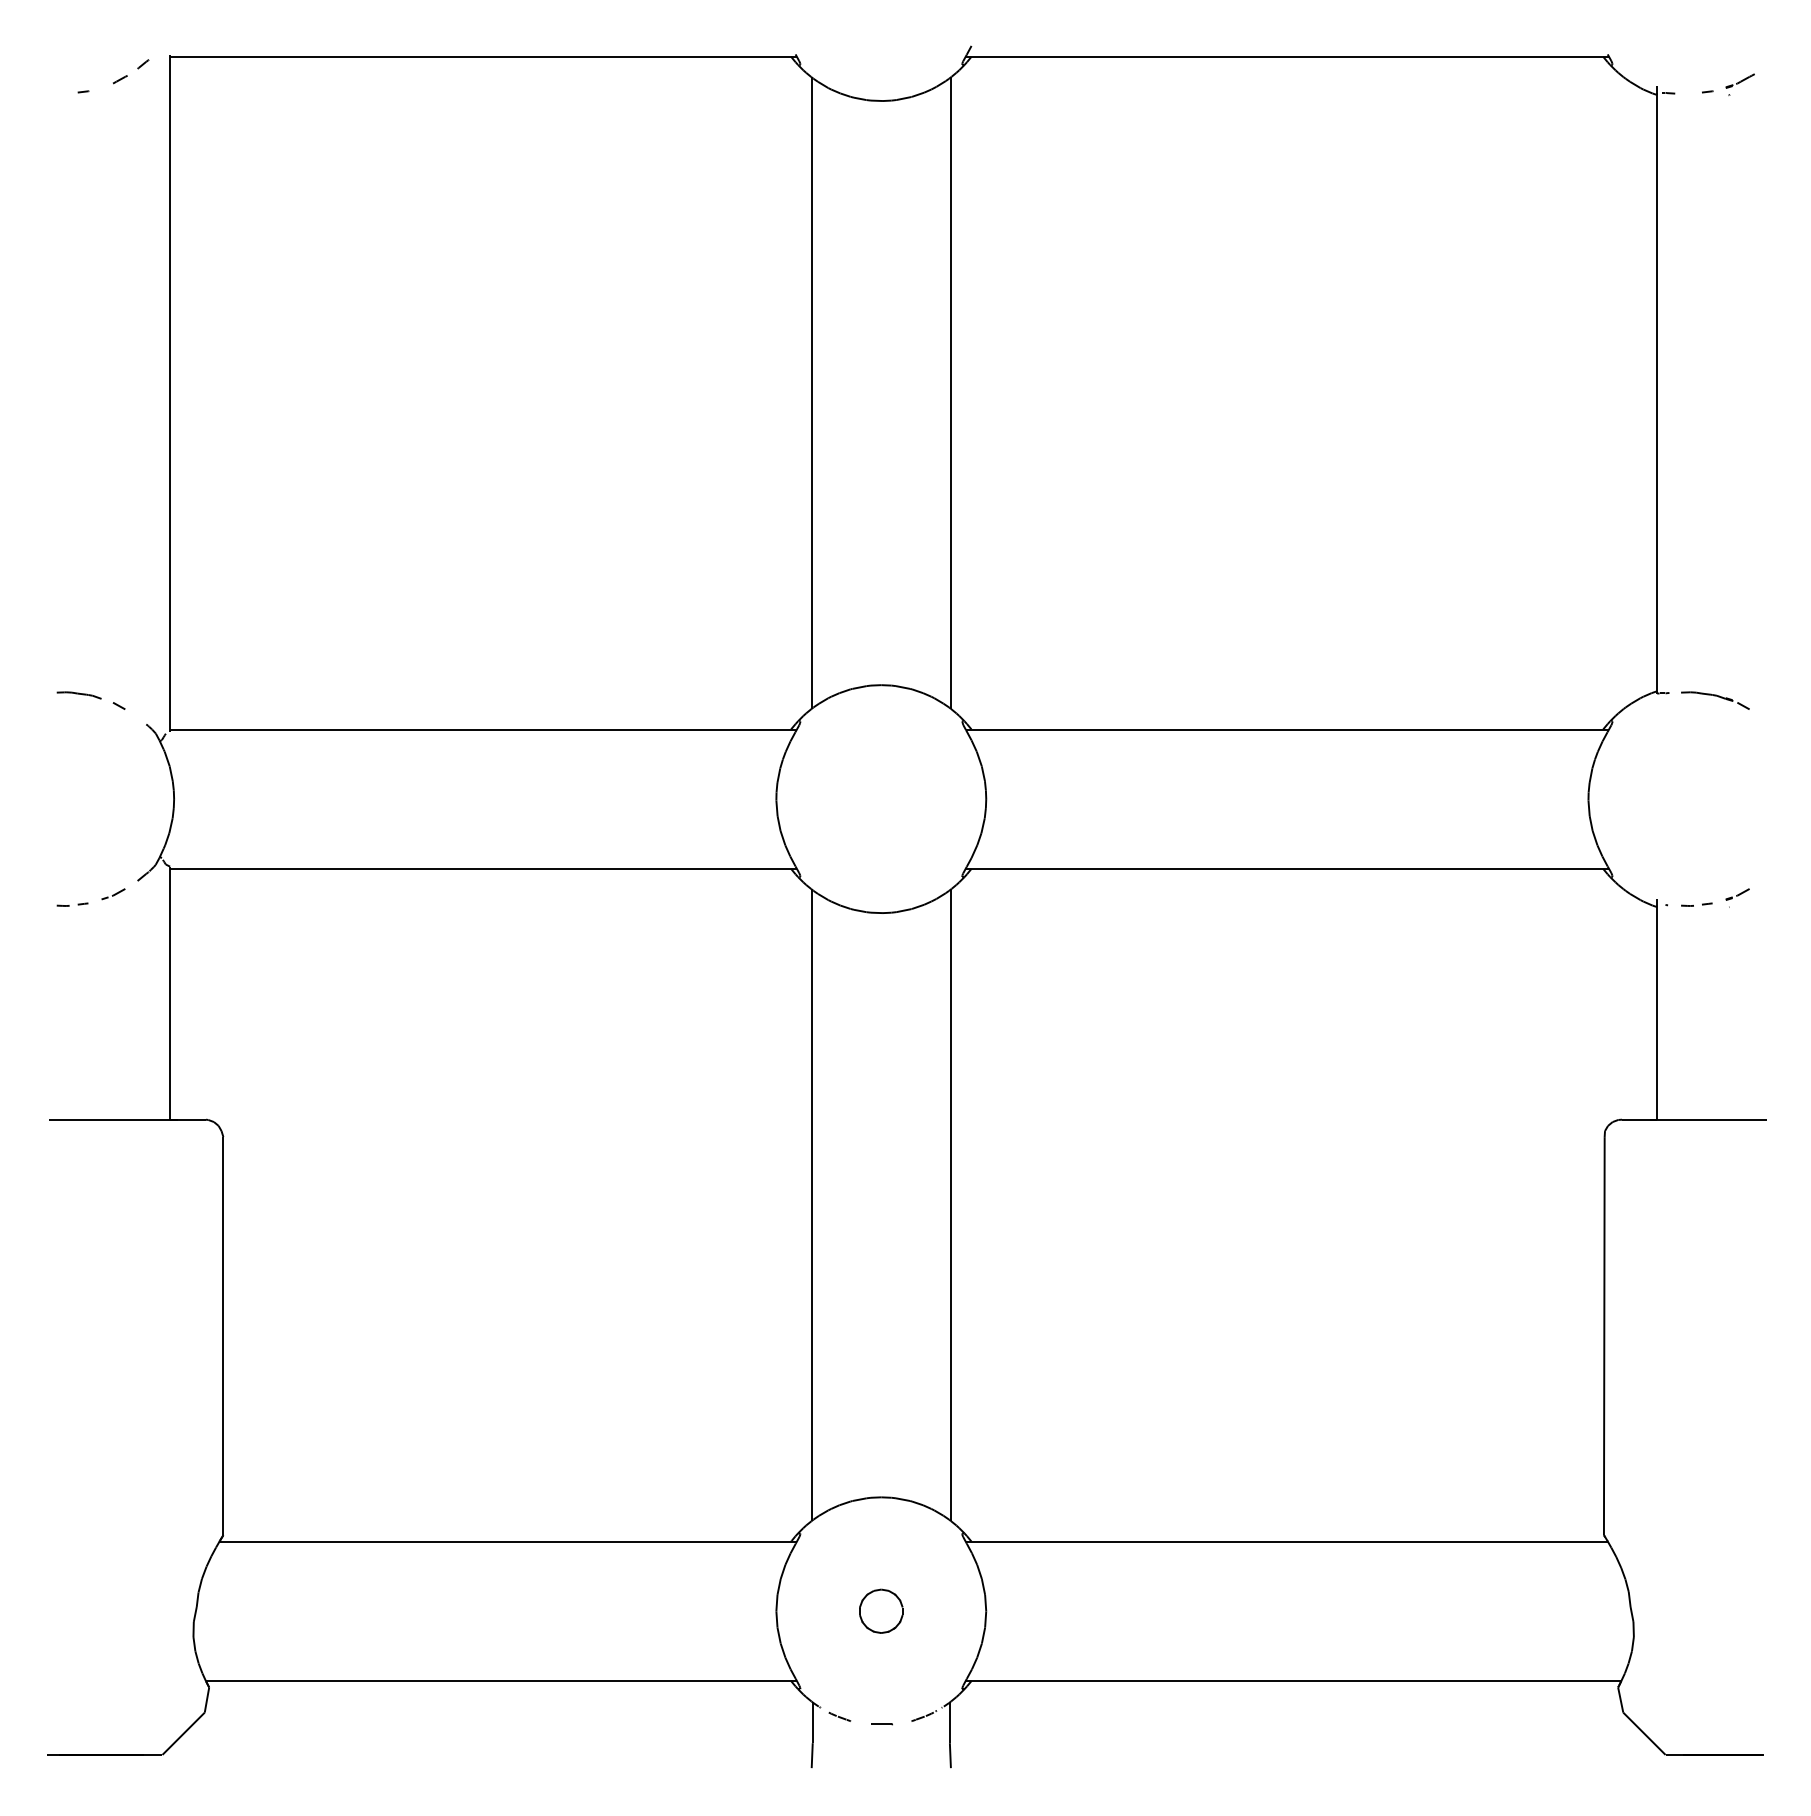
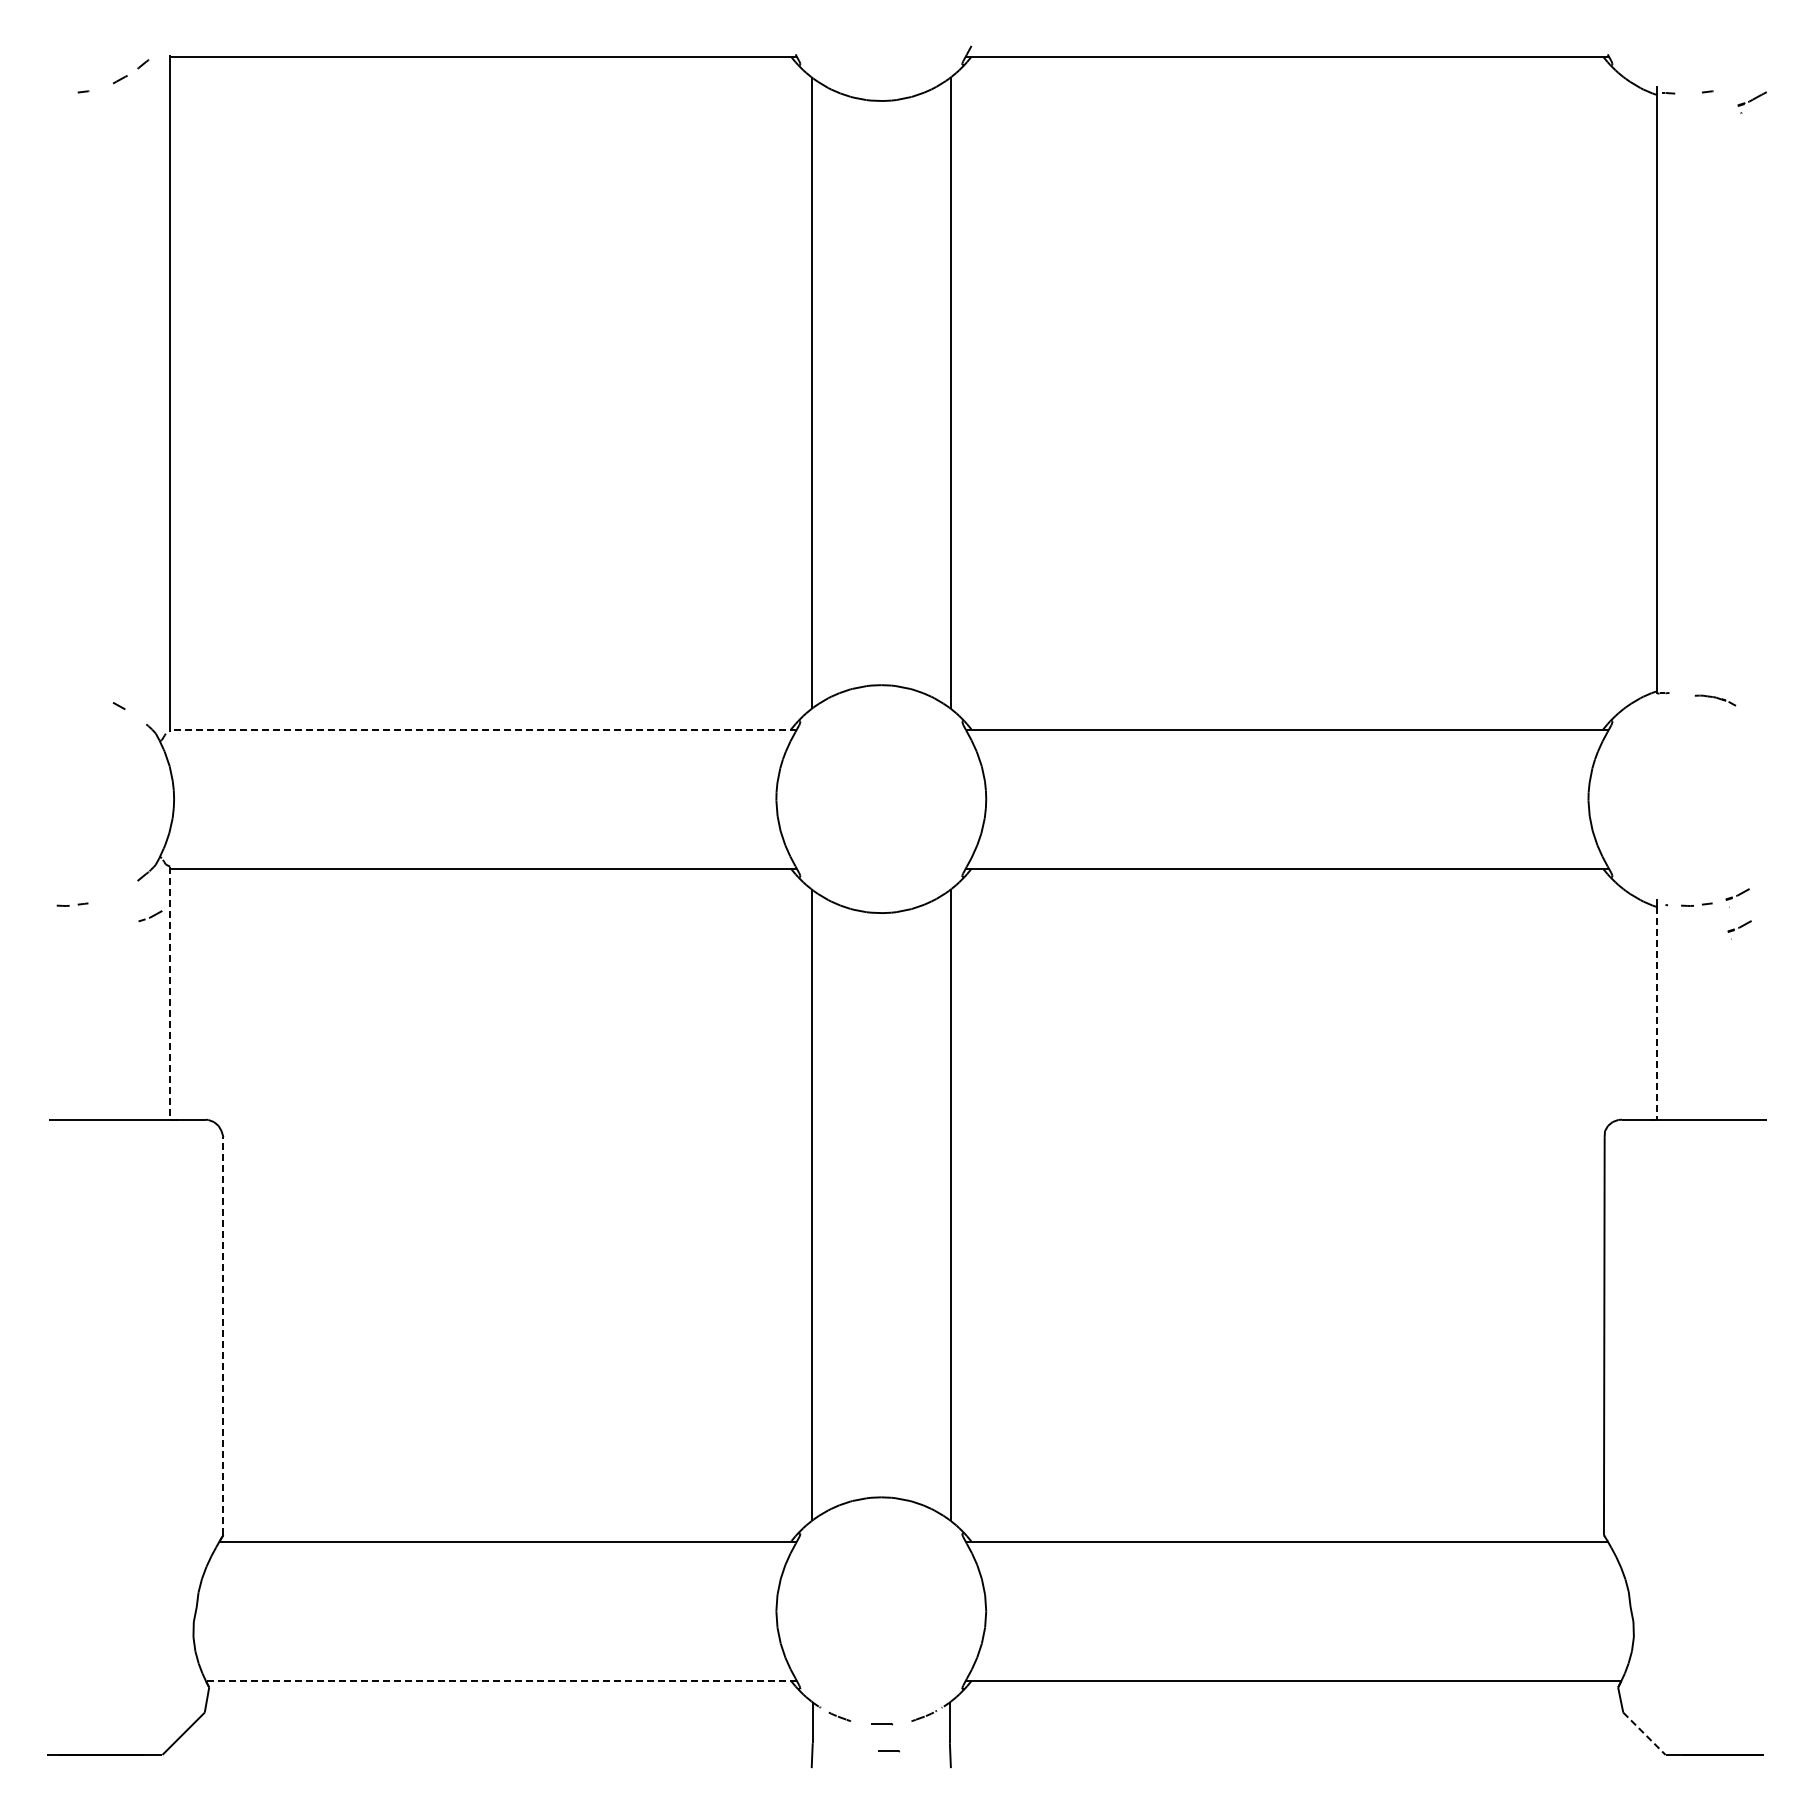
part at (1739, 84) position: (1739, 84) -> (1751, 102)
part at (78, 695): present -> none
part at (1715, 700) size: 69x19 px -> 43x13 px
line at (483, 729): solid -> dashed
part at (113, 894) position: (113, 894) -> (150, 916)
part at (1739, 929): none -> present
line at (170, 993): solid -> dashed
line at (1657, 1013): solid -> dashed
line at (223, 1335): solid -> dashed
part at (881, 1610): present -> none
line at (500, 1680): solid -> dashed
line at (1644, 1733): solid -> dashed
line at (888, 1751): none -> present
